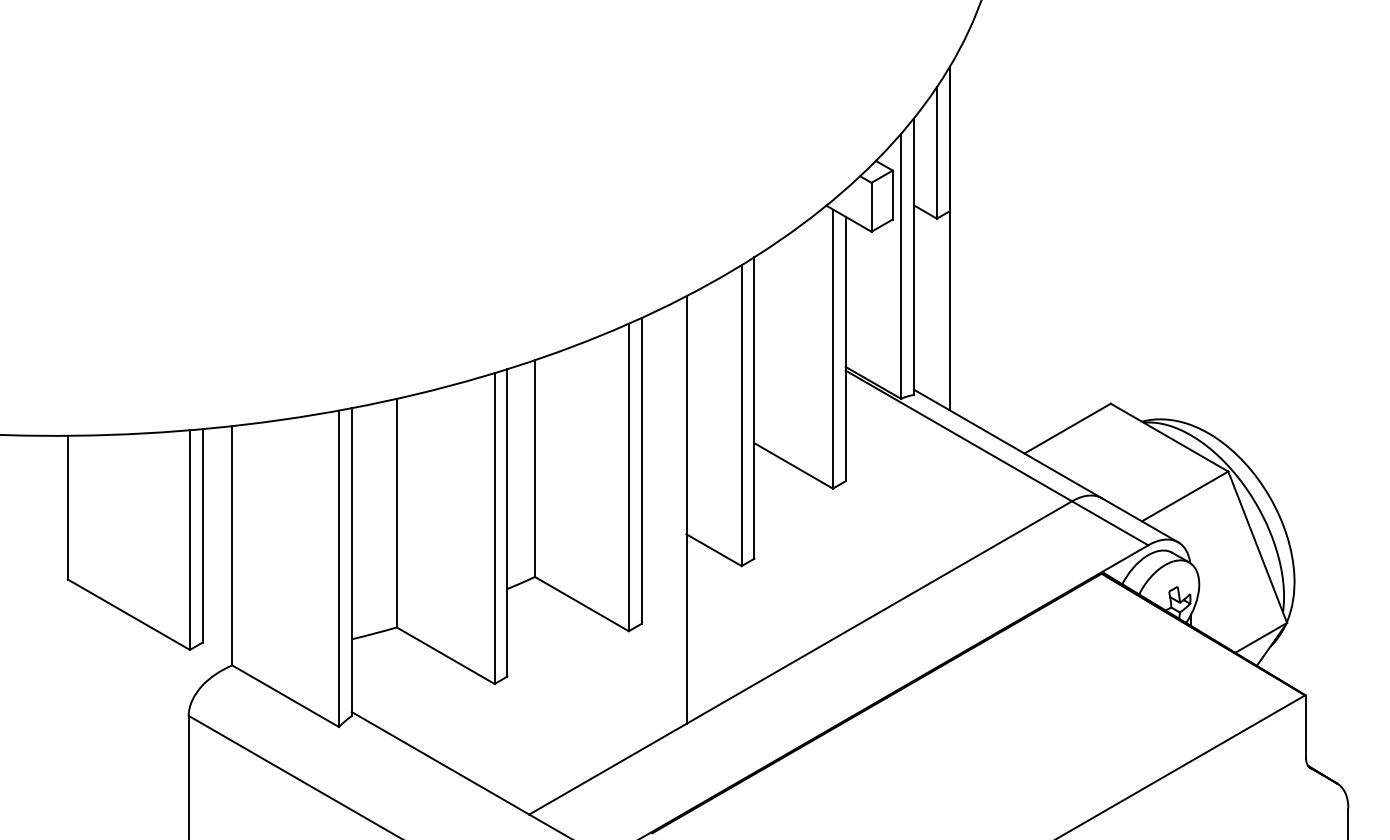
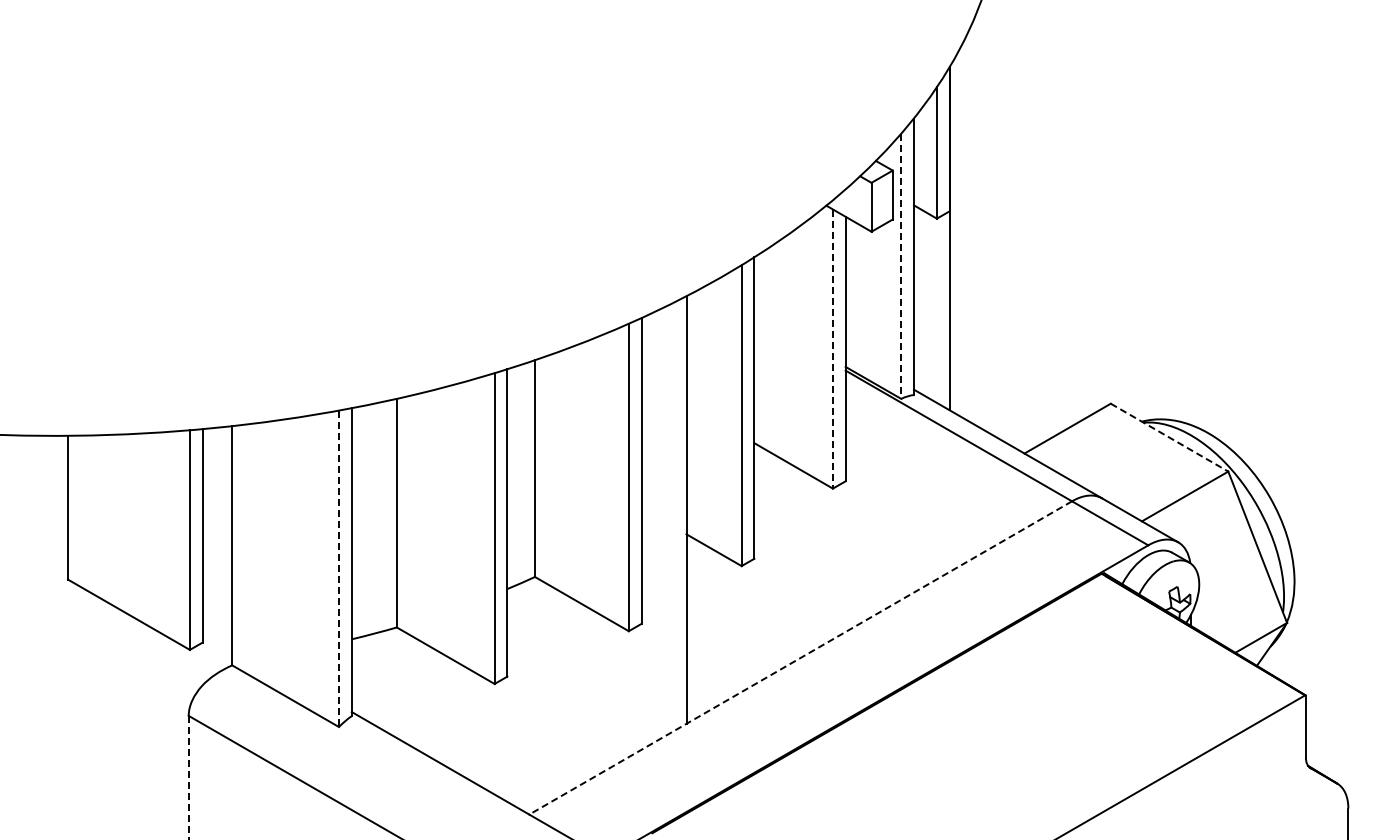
line at (901, 266): solid -> dashed
line at (832, 349): solid -> dashed
line at (1169, 437): solid -> dashed
line at (338, 569): solid -> dashed
line at (800, 658): solid -> dashed
line at (188, 777): solid -> dashed
